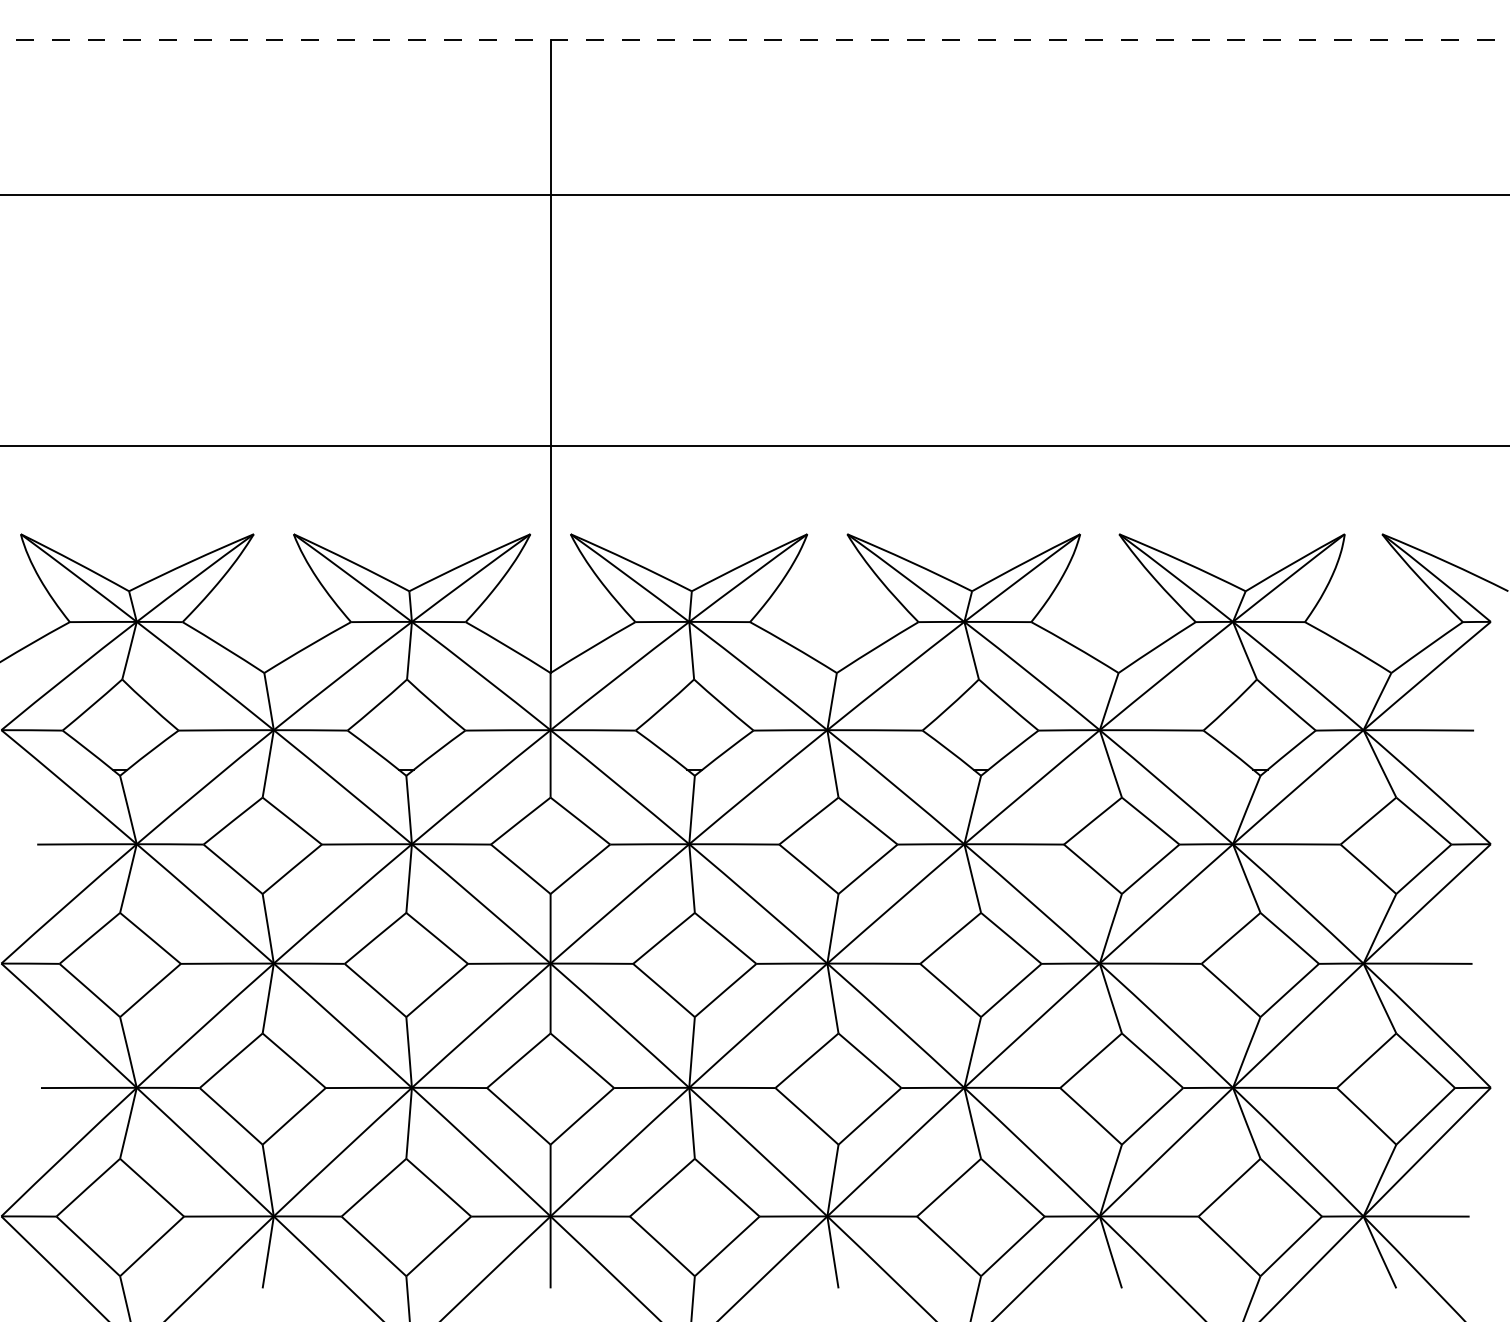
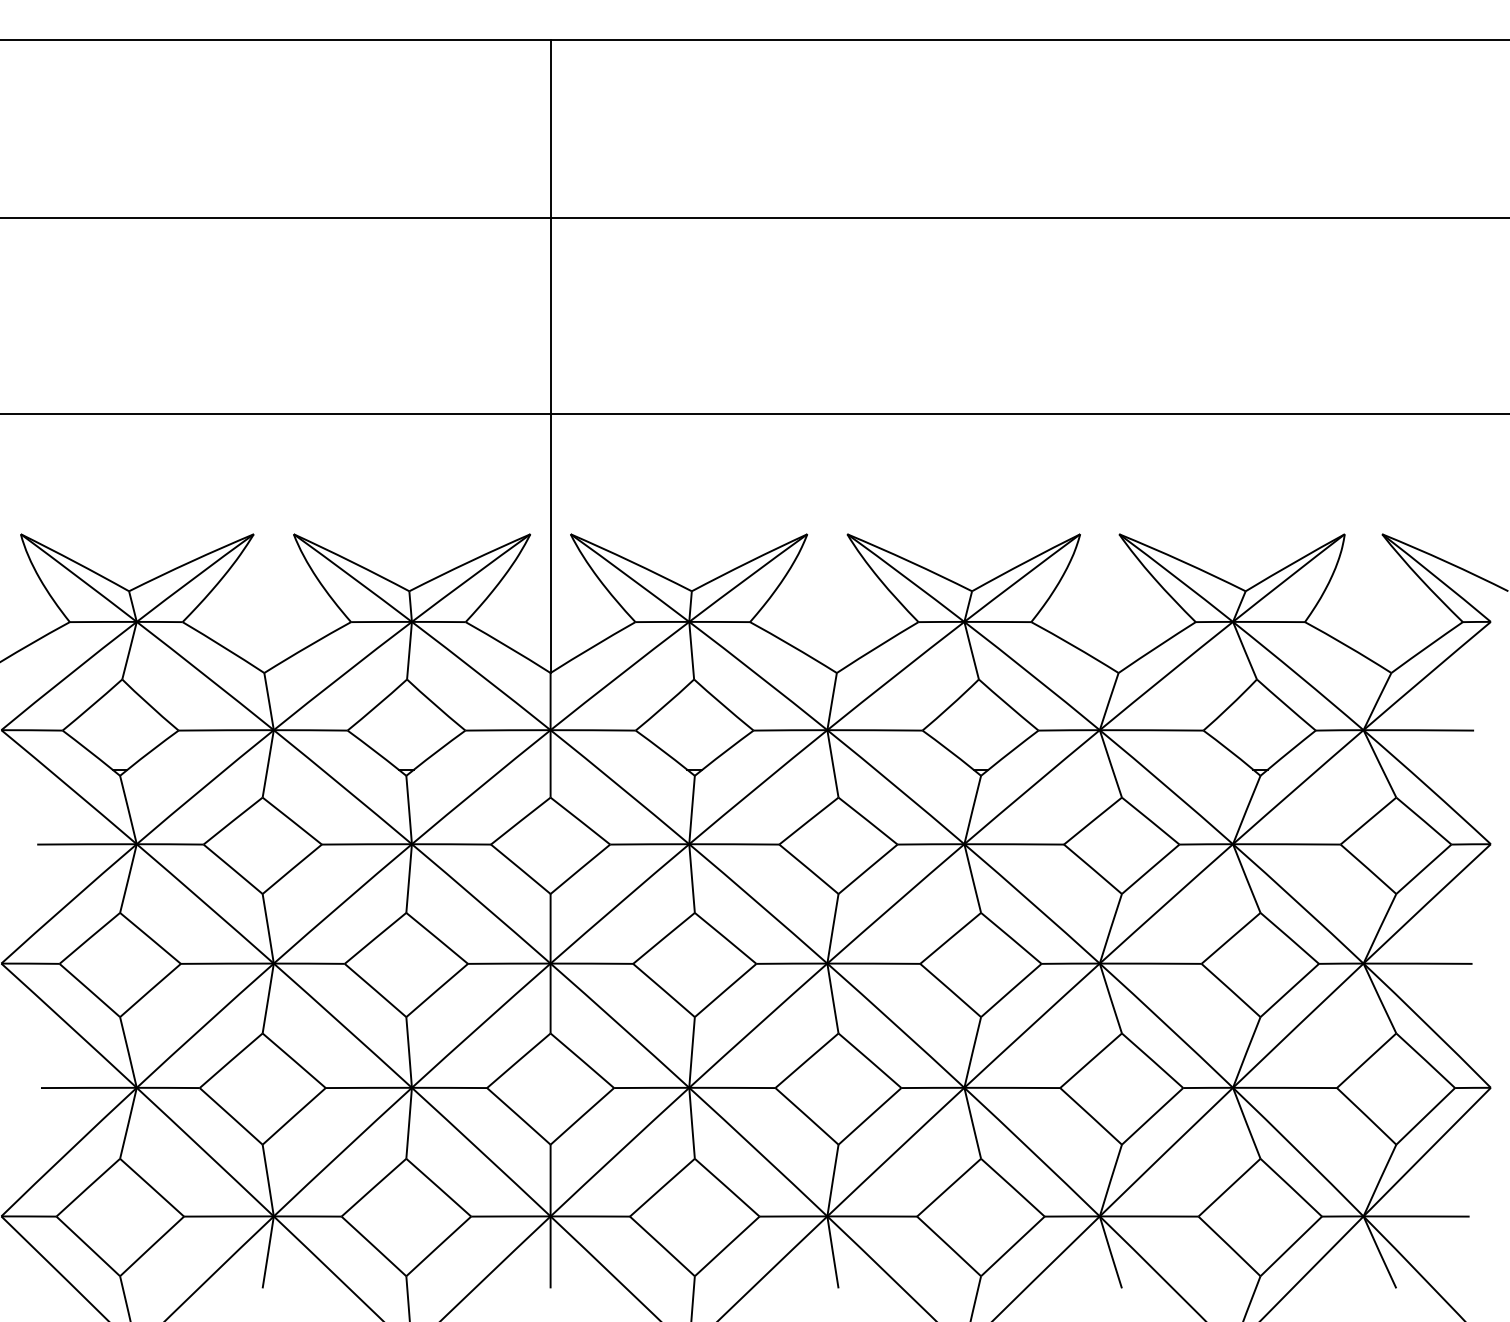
line at (755, 39): dashed -> solid
line at (754, 194) position: (754, 194) -> (754, 217)
line at (754, 445) position: (754, 445) -> (754, 413)
